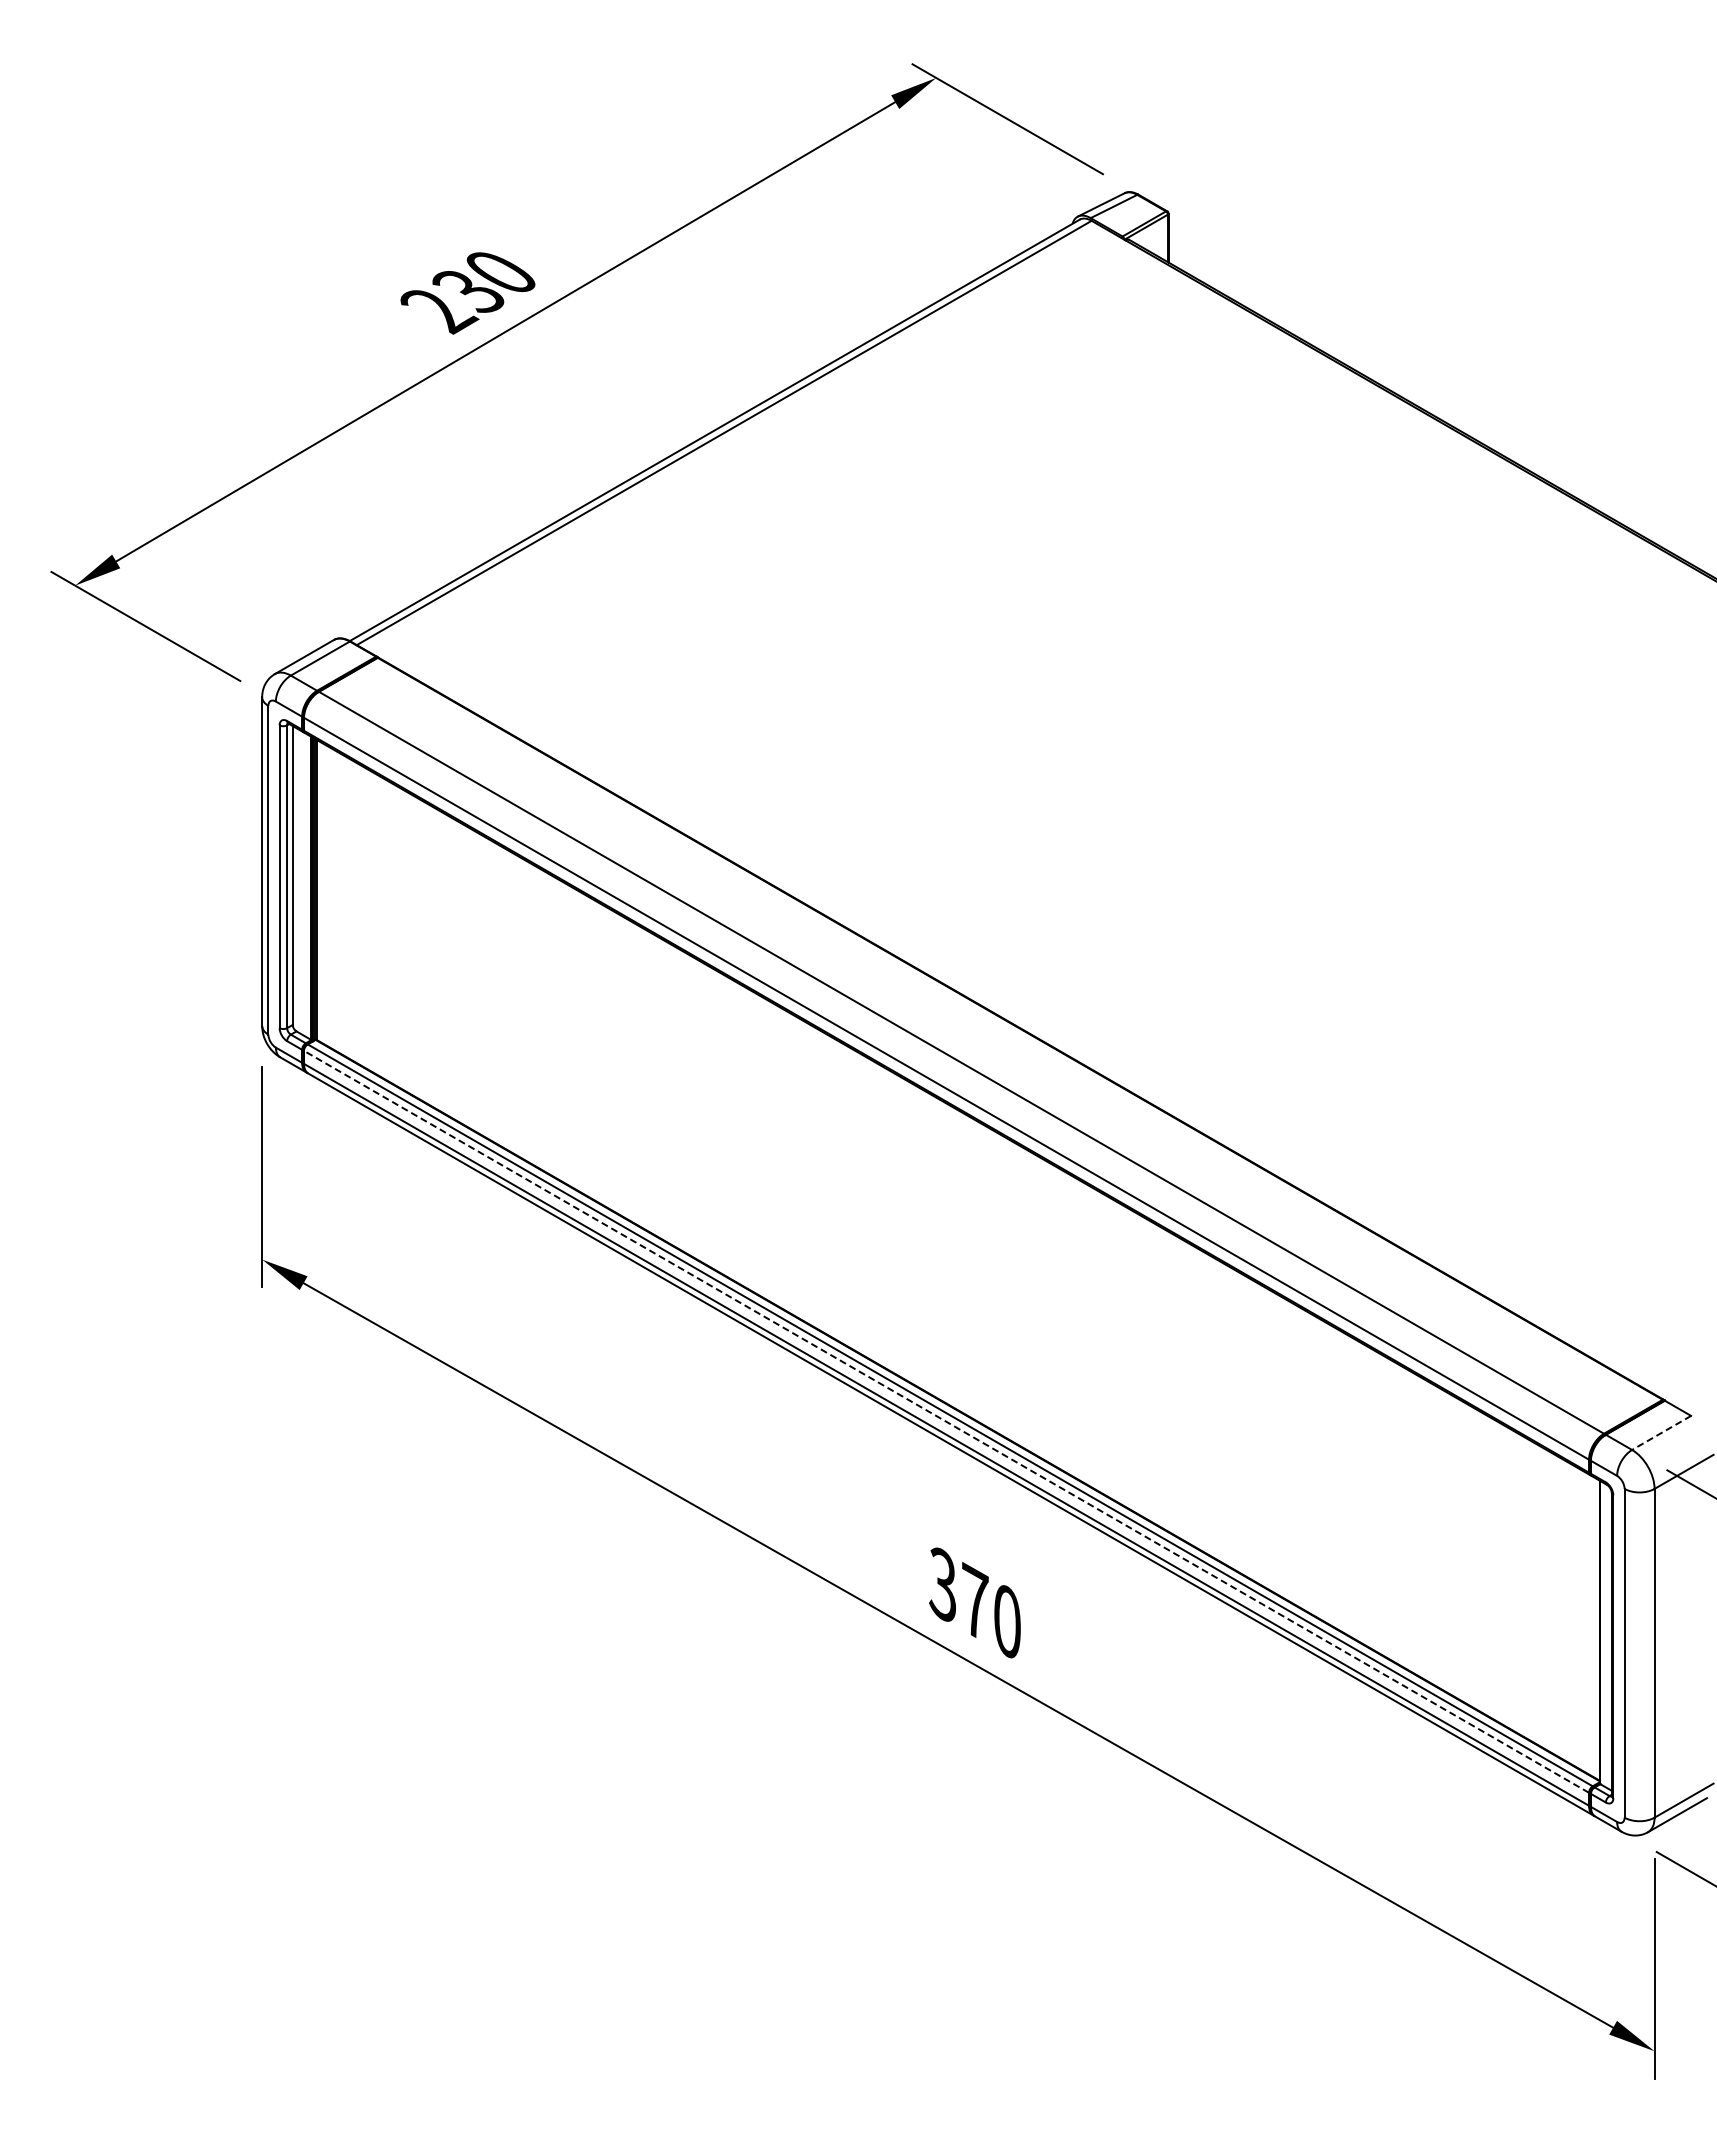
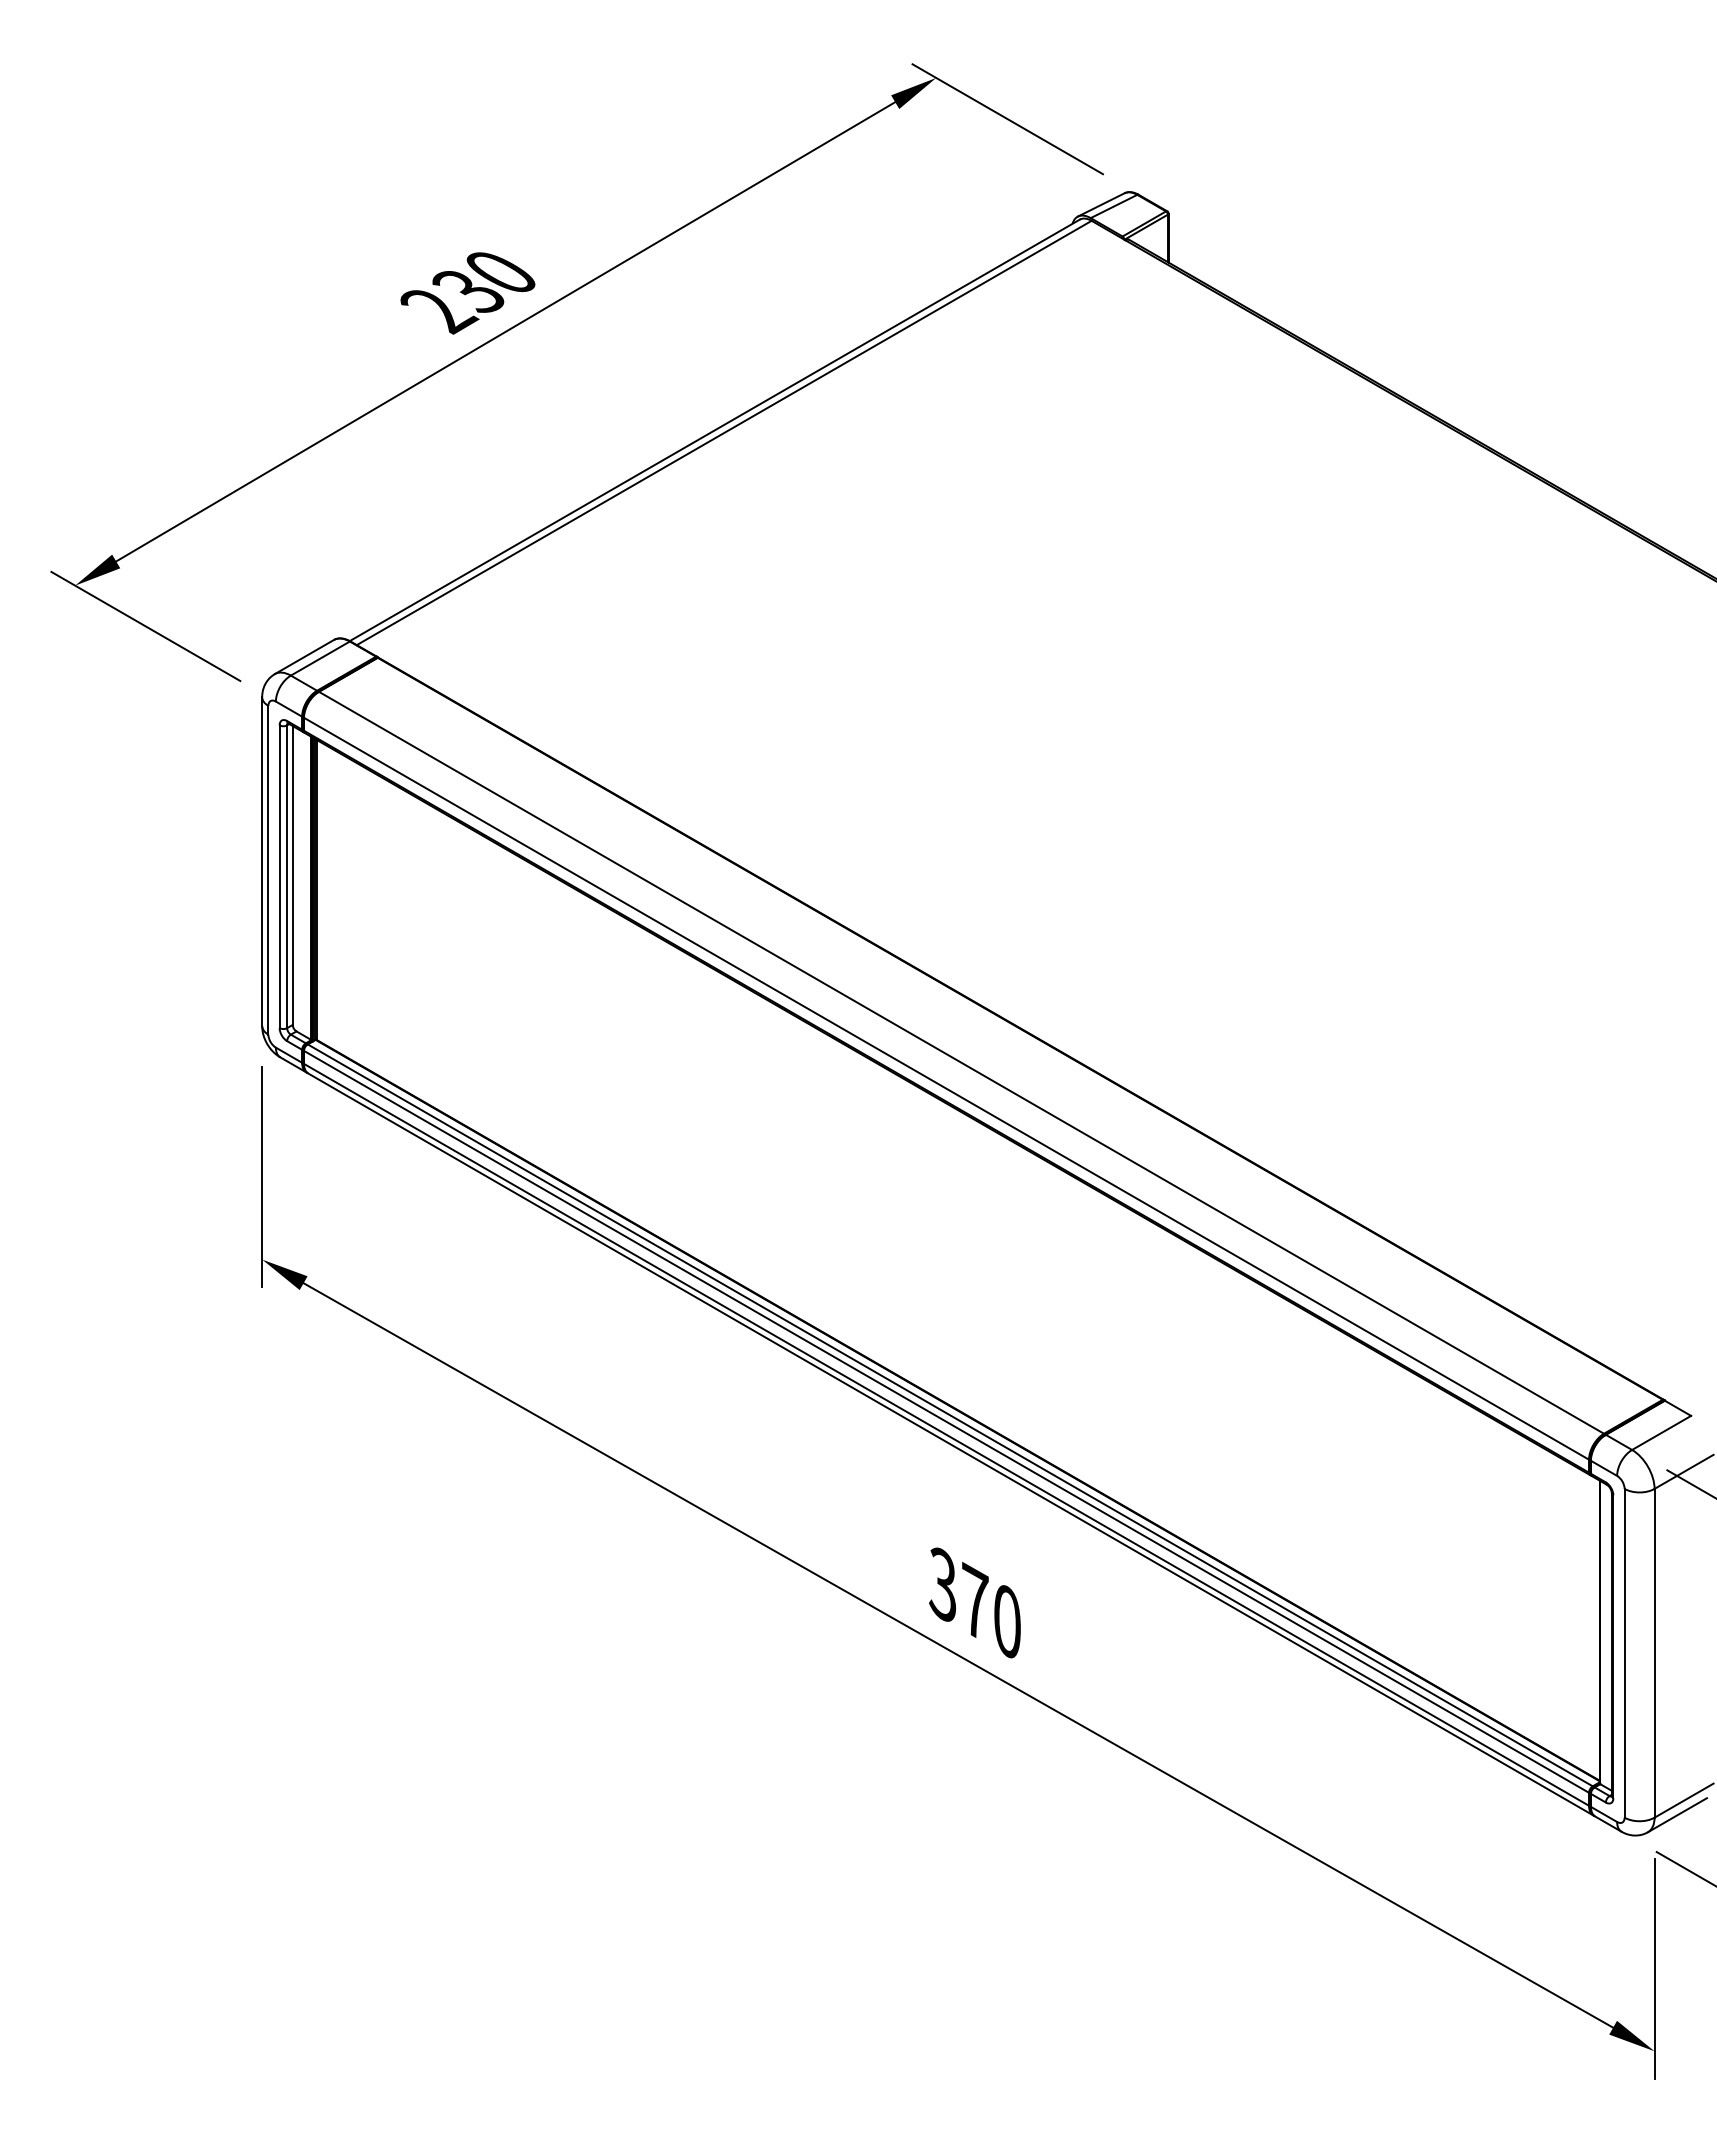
line at (946, 1421): dashed -> solid
line at (1661, 1433): dashed -> solid
